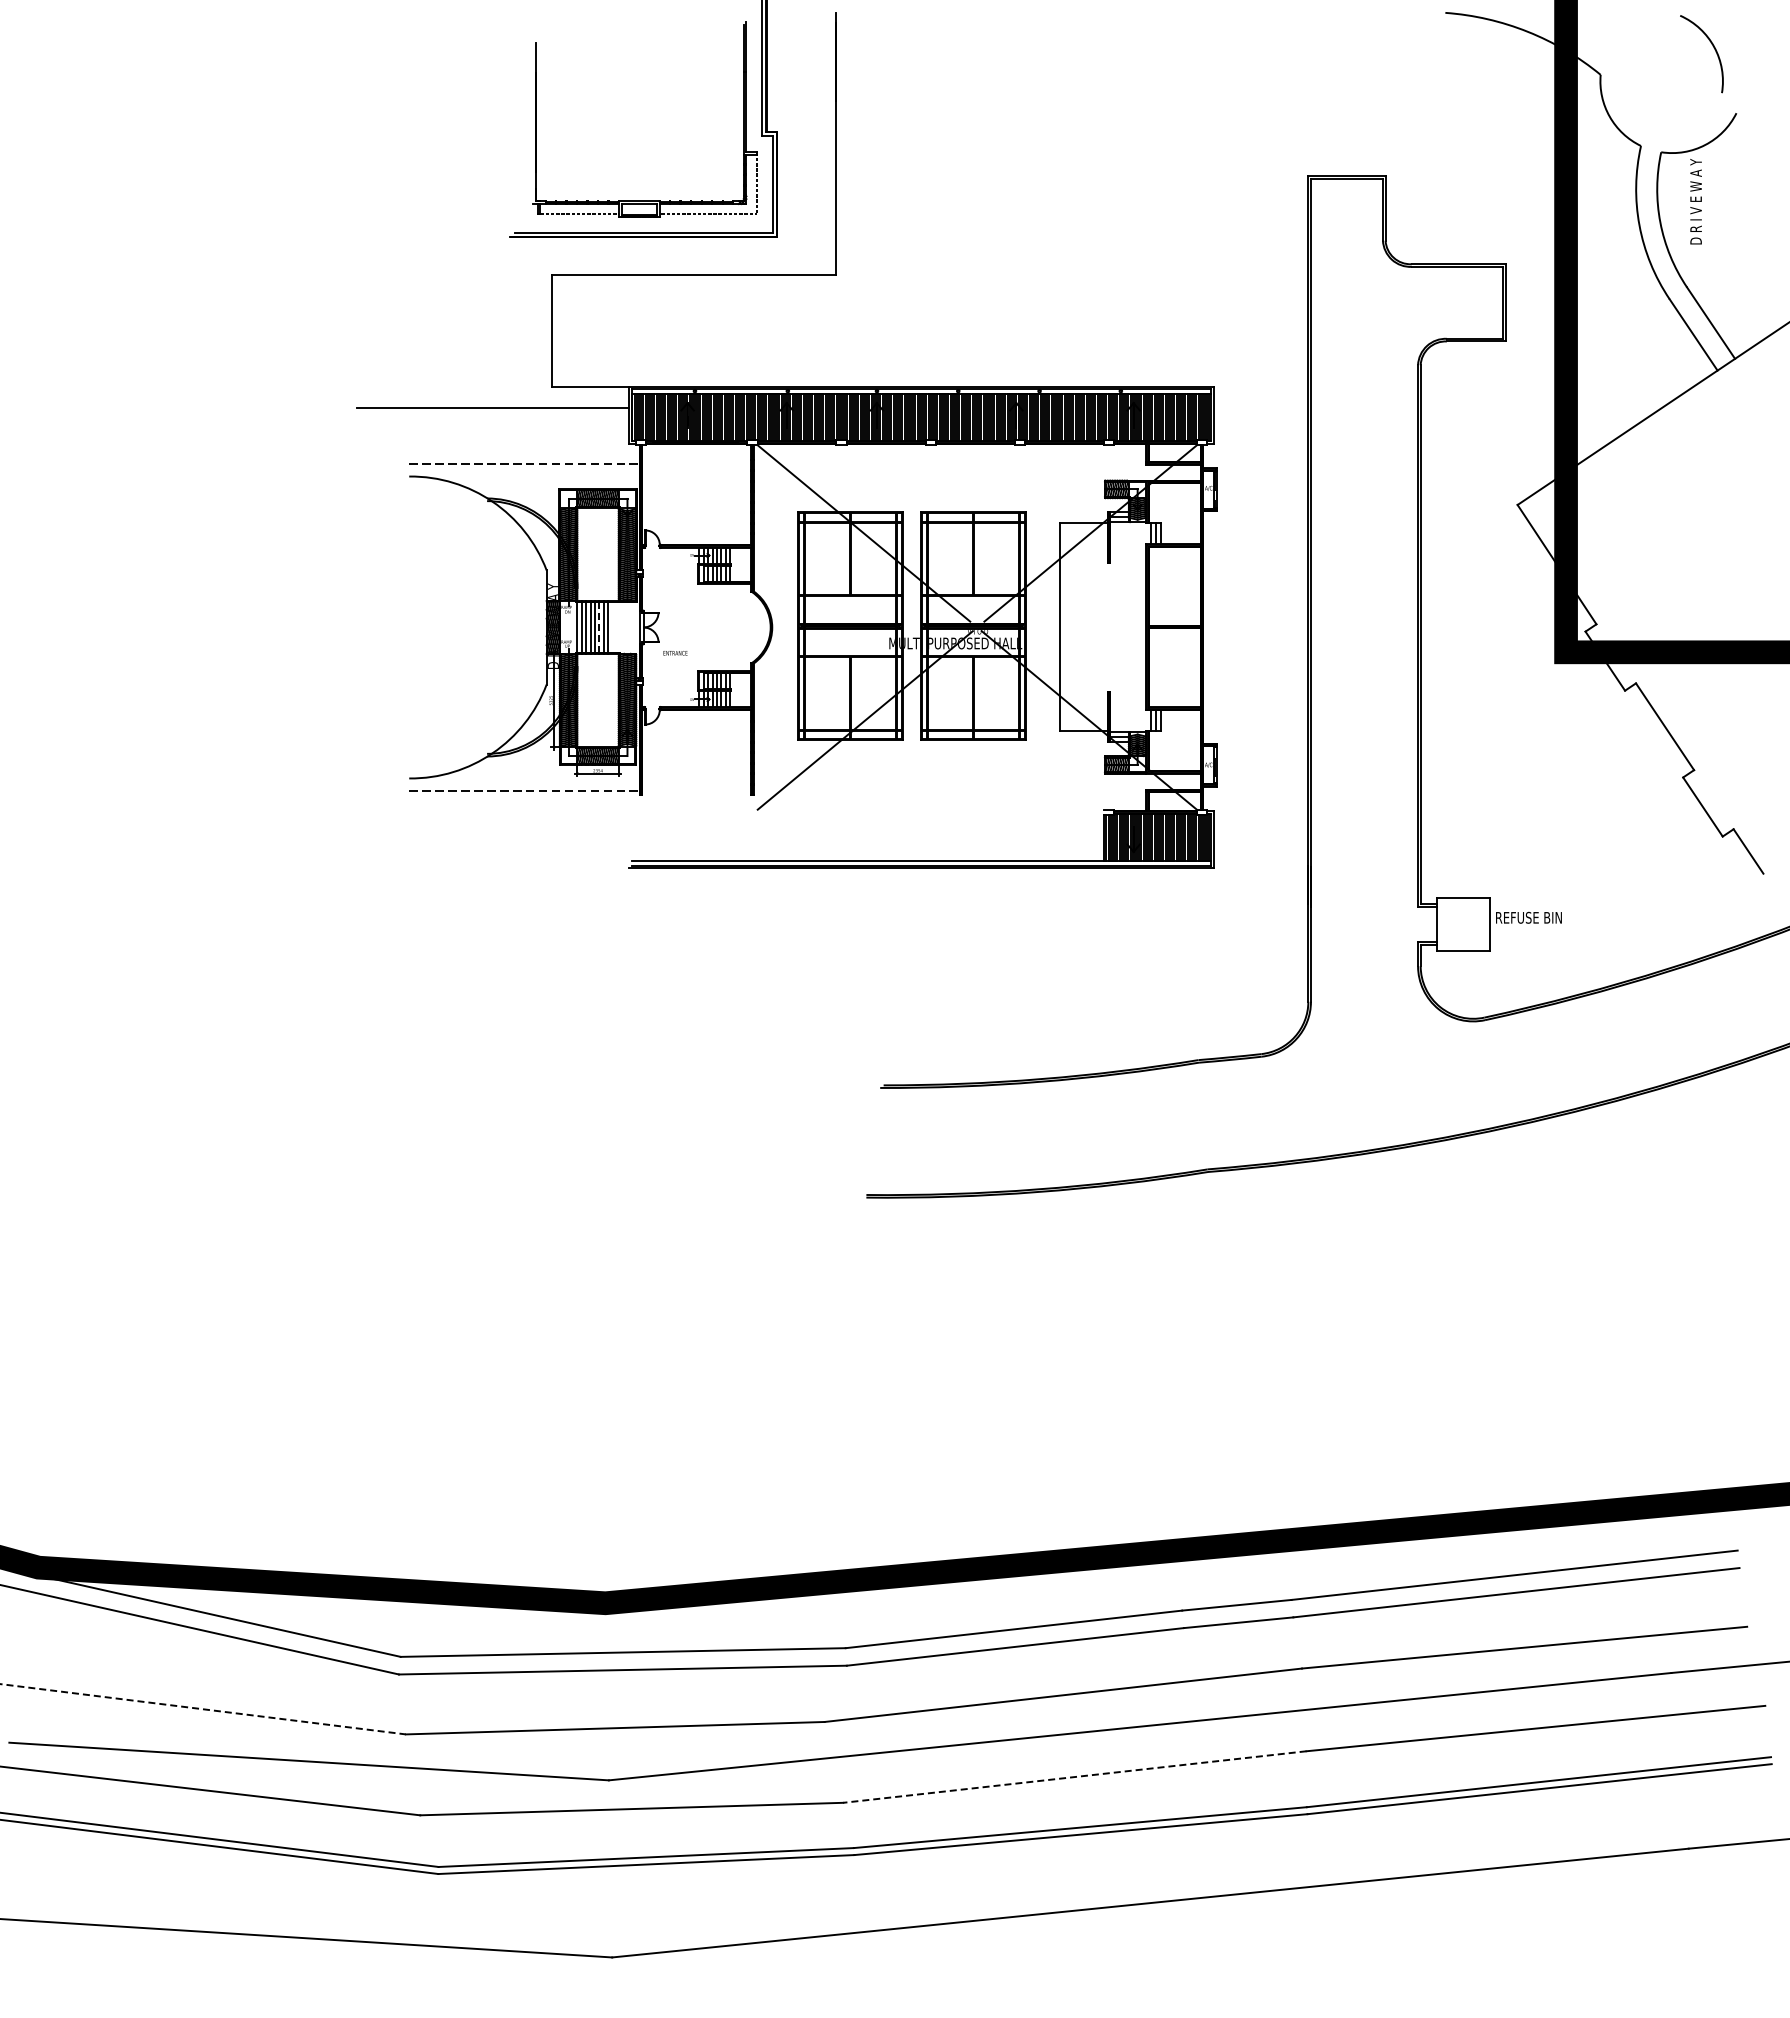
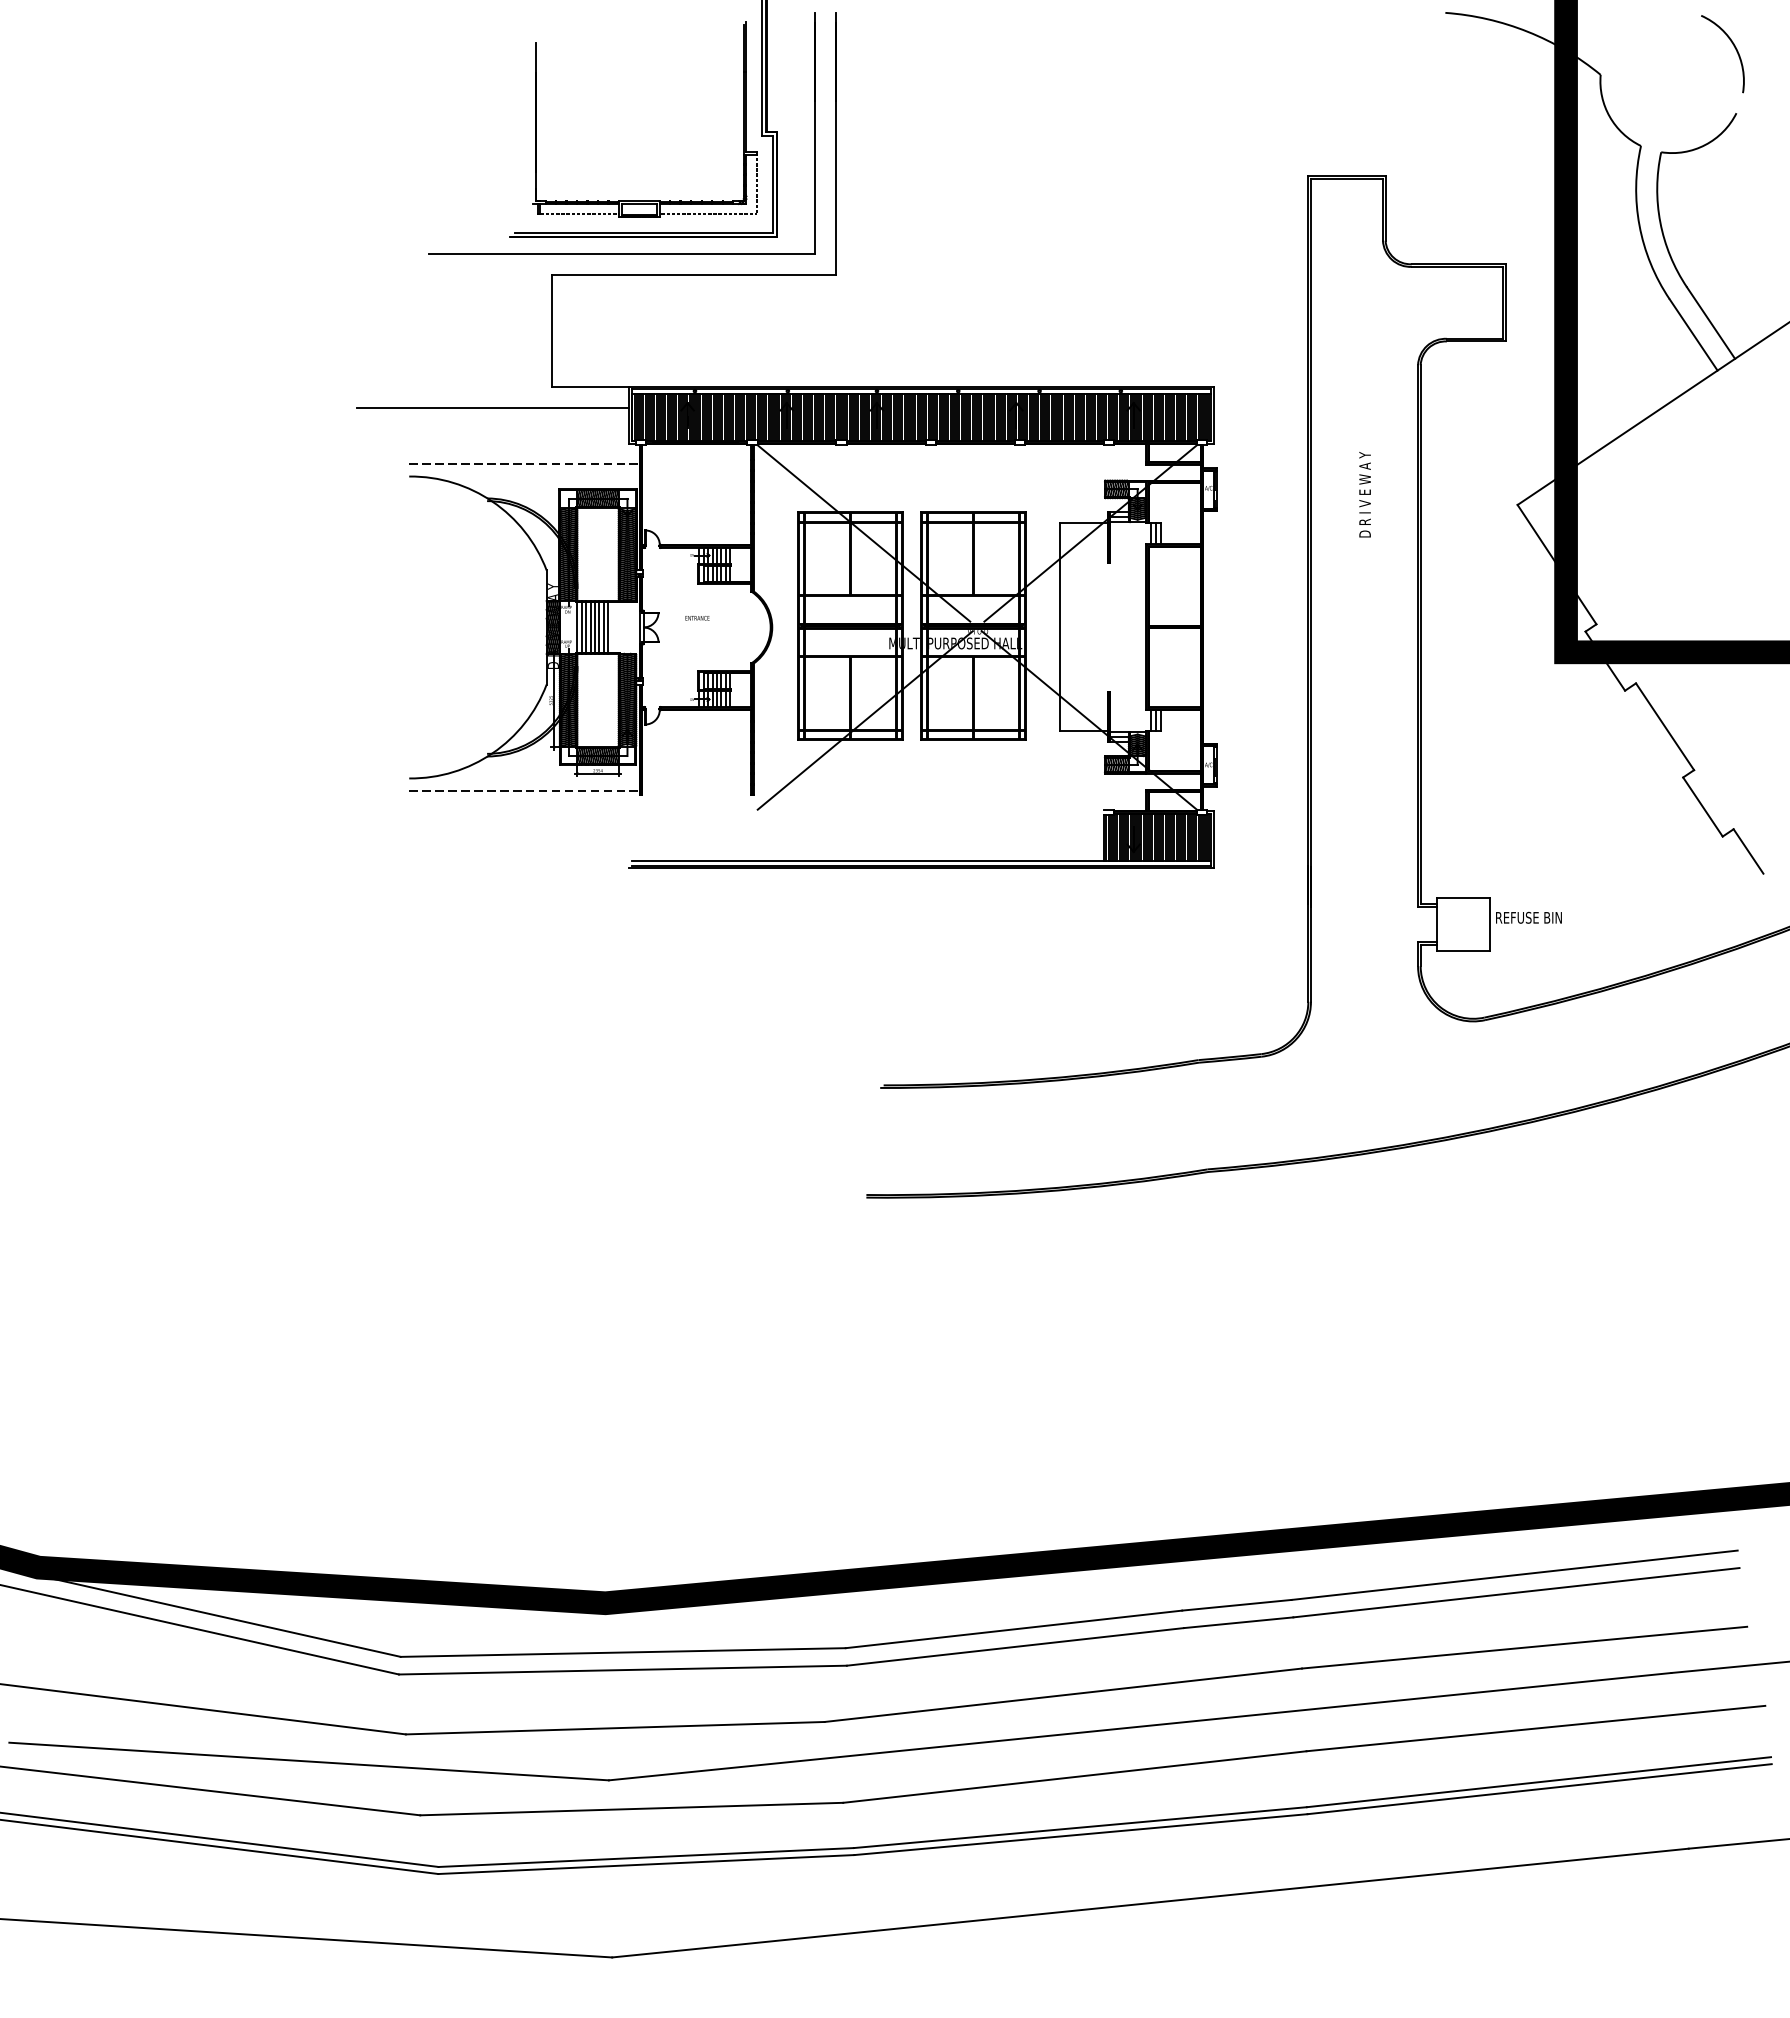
arc at (1713, 48) position: (1713, 48) -> (1734, 48)
text at (1695, 201) position: (1695, 201) -> (1364, 494)
part at (621, 253): none -> present
line at (599, 627): dashed -> solid
text at (675, 653) position: (675, 653) -> (697, 618)
line at (203, 1709): dashed -> solid
line at (1074, 1777): dashed -> solid
